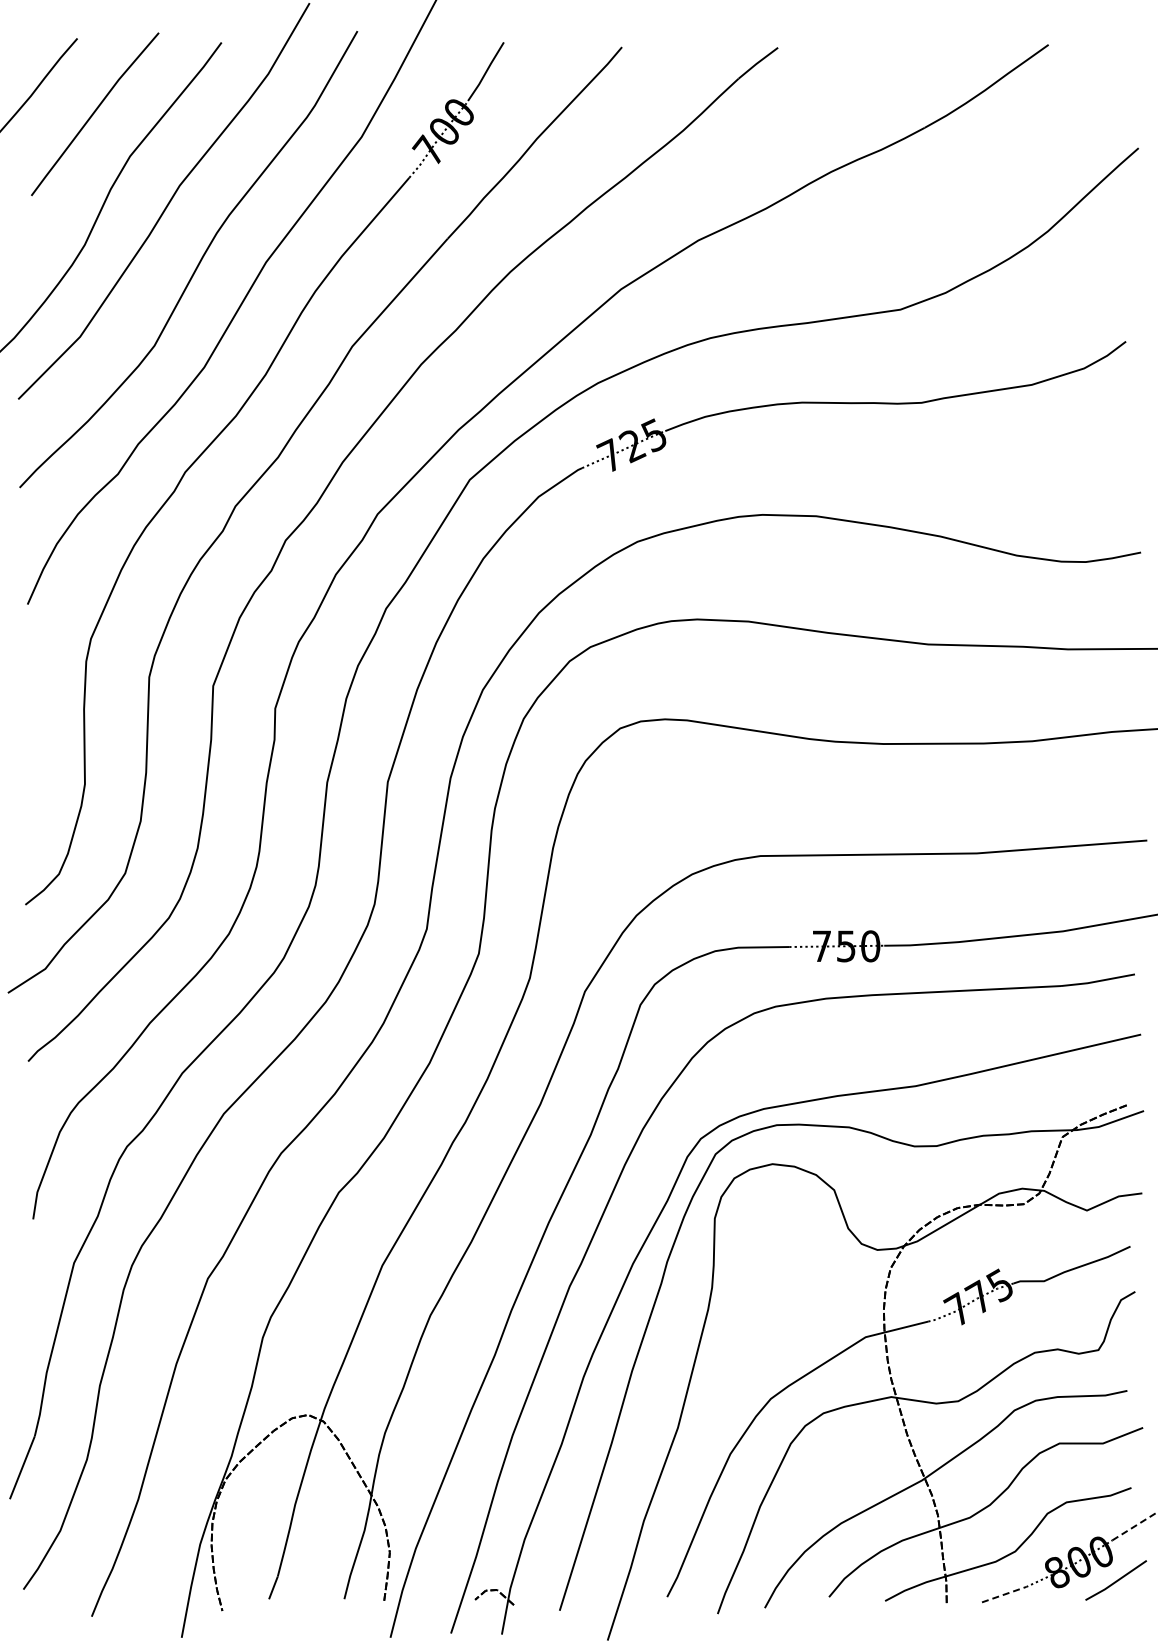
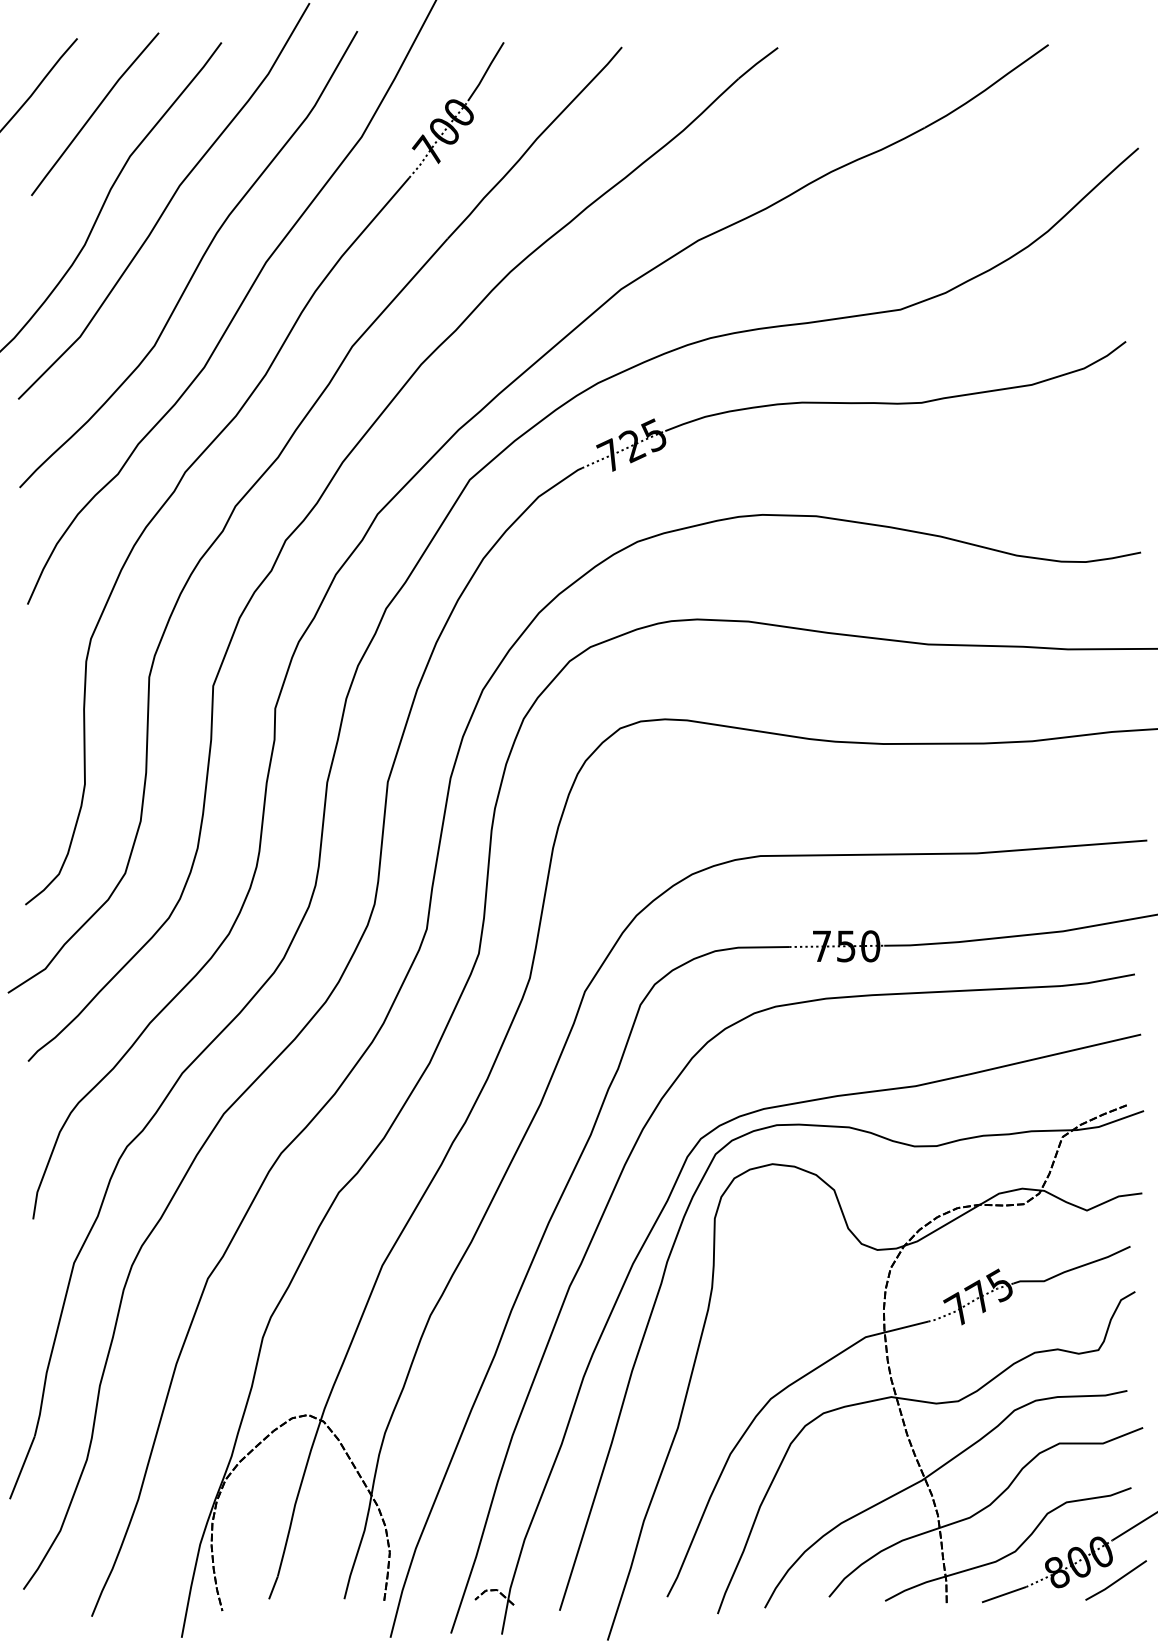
line at (1135, 1526): dashed -> solid
line at (1004, 1594): dashed -> solid
